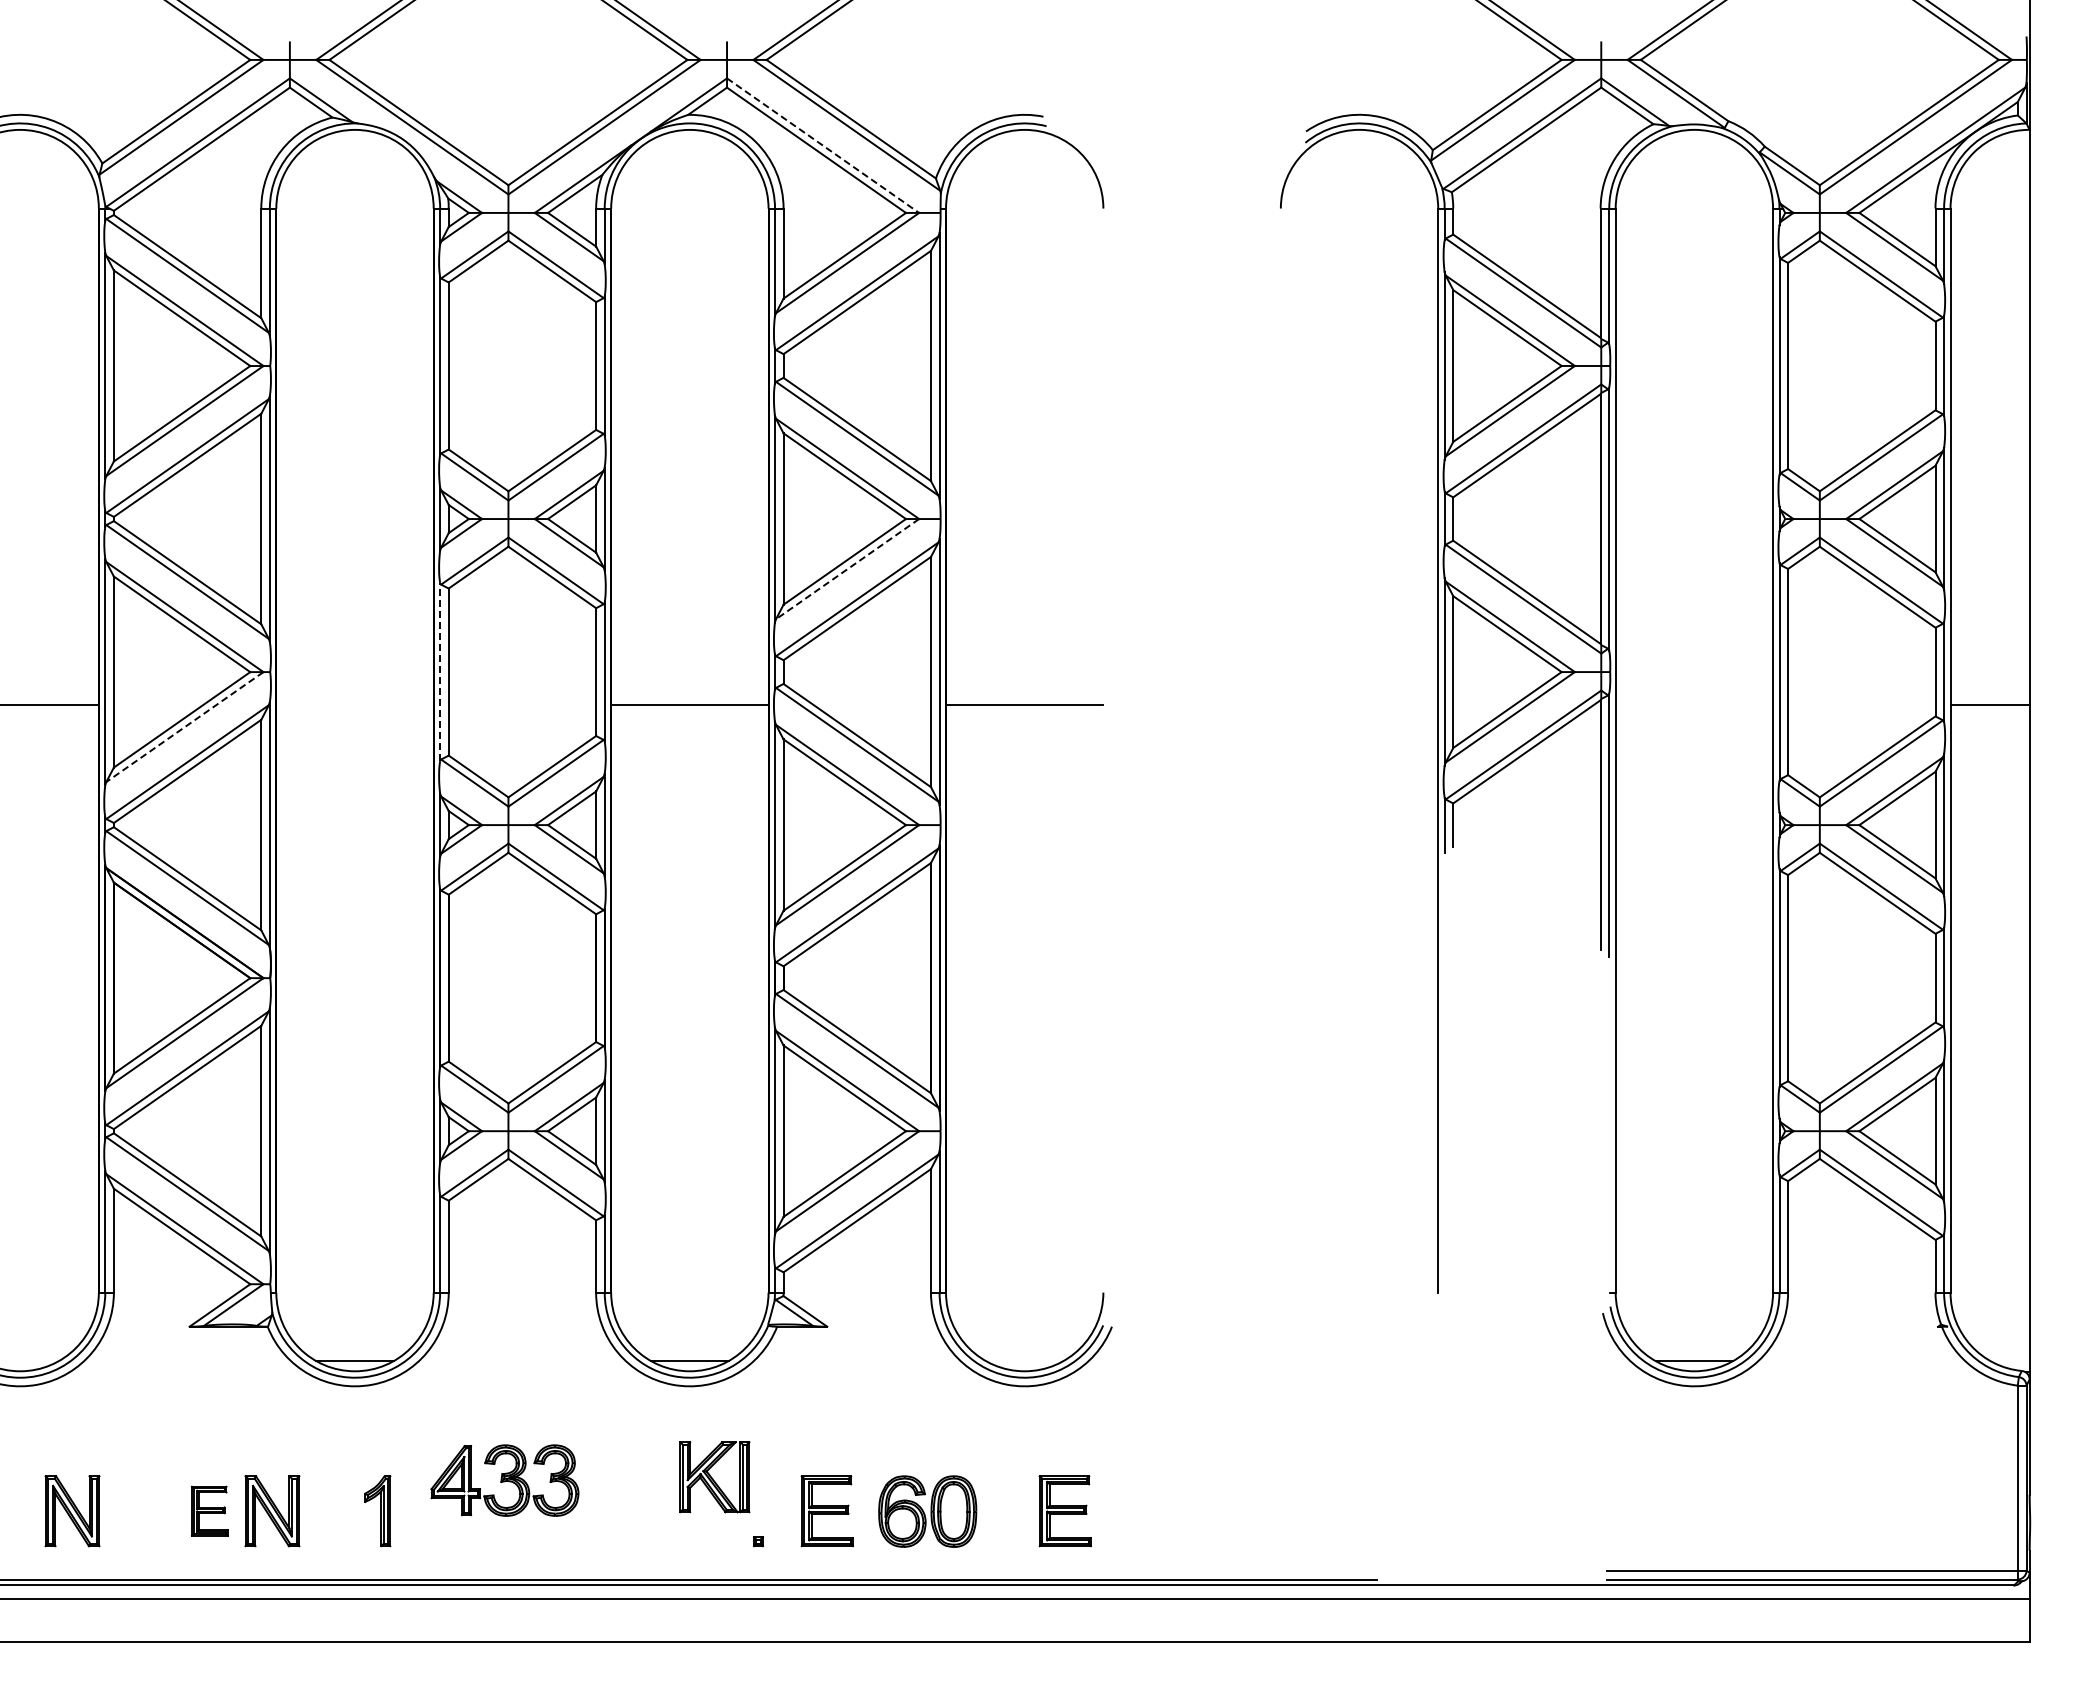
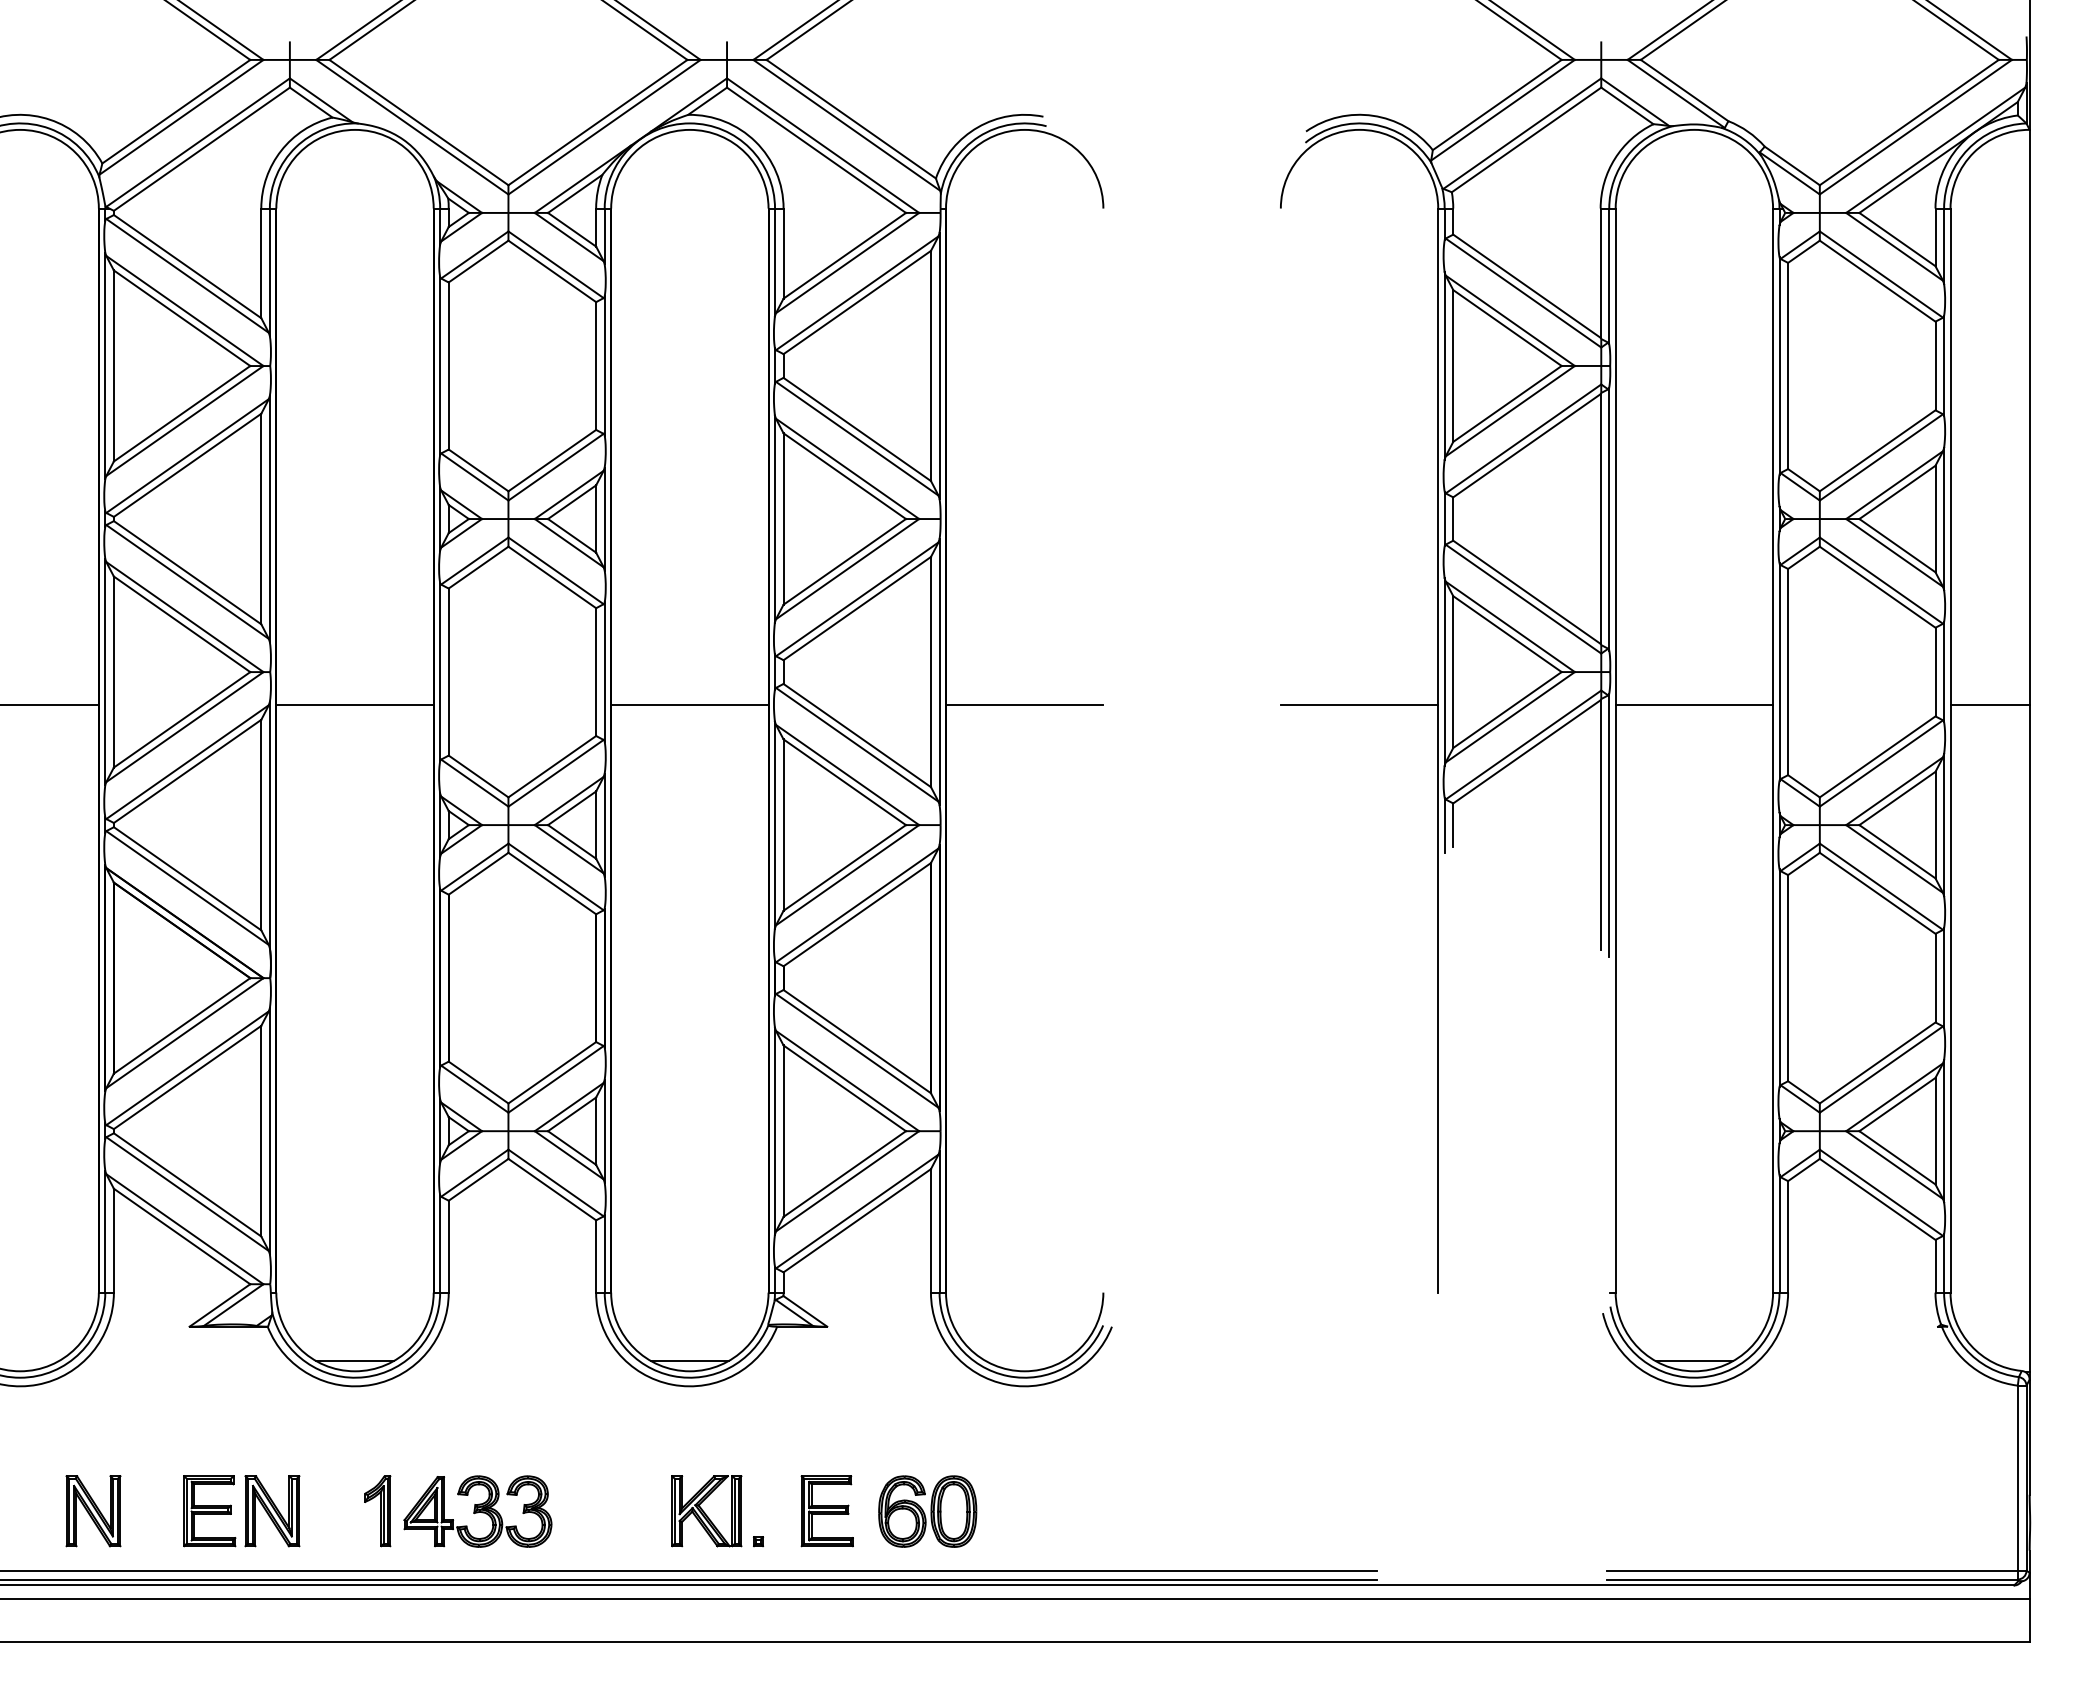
line at (823, 145): dashed -> solid
line at (847, 569): dashed -> solid
line at (440, 671): dashed -> solid
line at (354, 705): none -> present
line at (1359, 705): none -> present
line at (1694, 705): none -> present
line at (184, 727): dashed -> solid
part at (714, 1477) position: (714, 1477) -> (706, 1511)
part at (504, 1480) position: (504, 1480) -> (477, 1511)
part at (209, 1510) size: 39x52 px -> 54x73 px
part at (72, 1511) position: (72, 1511) -> (93, 1511)
part at (1064, 1511): present -> none
line at (689, 1570): none -> present
